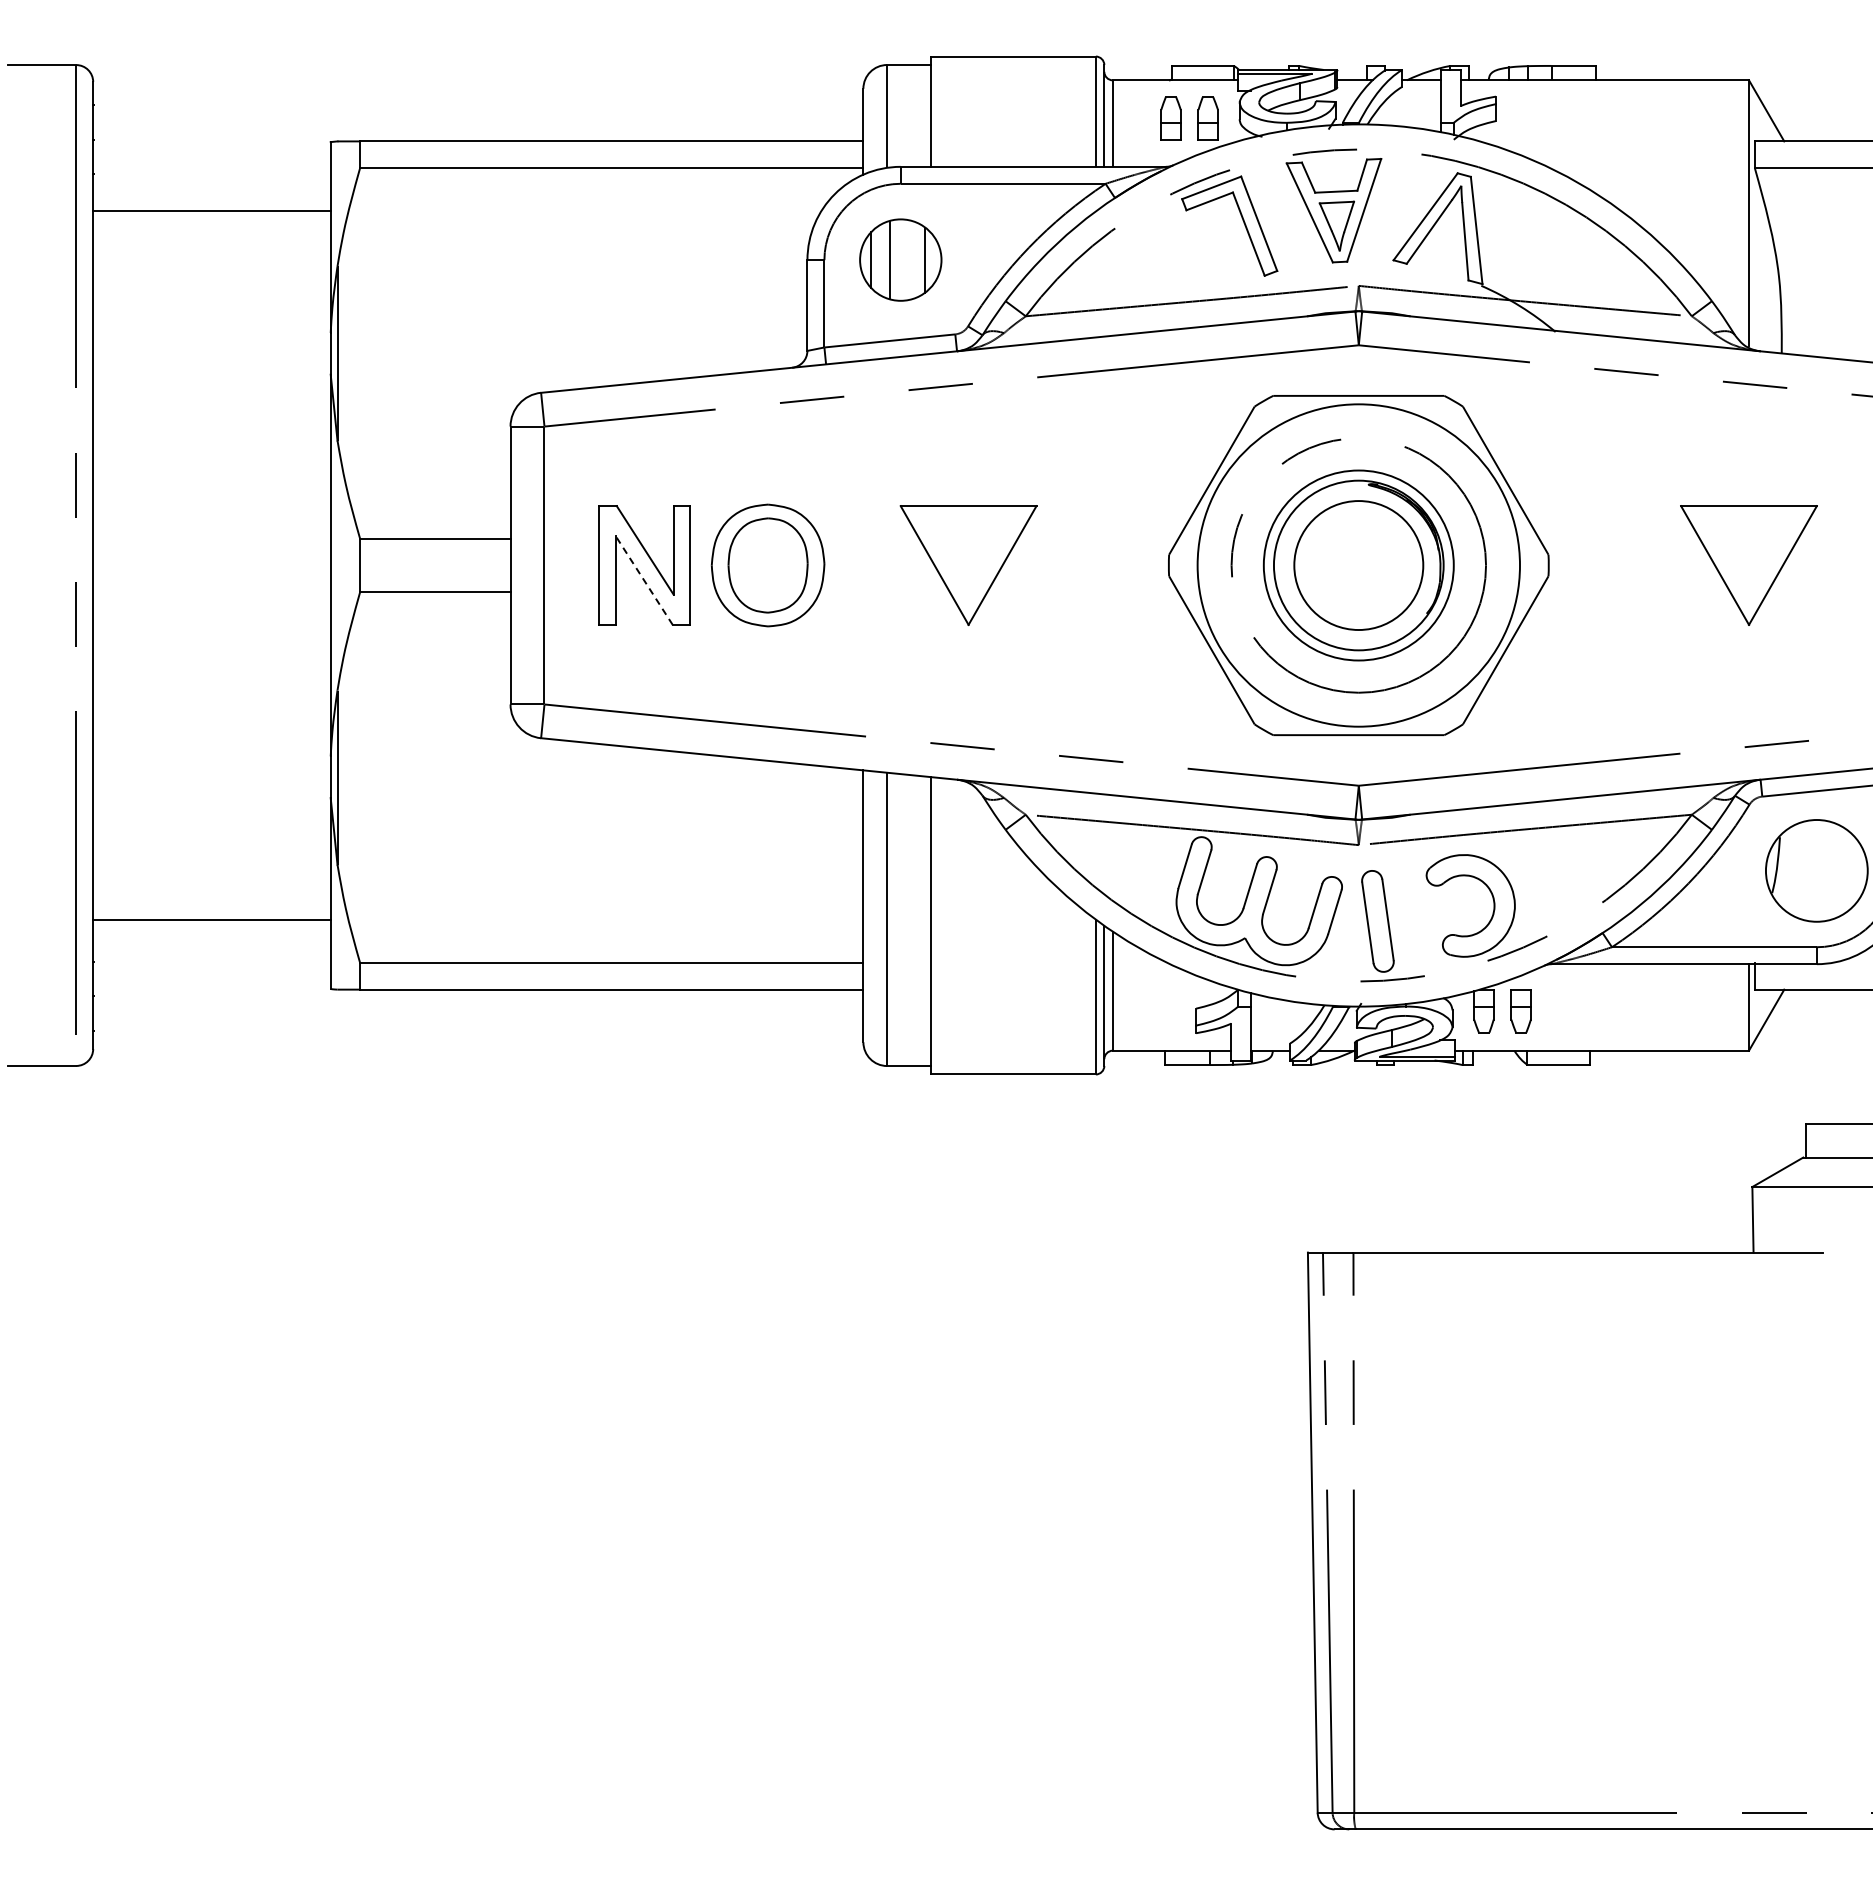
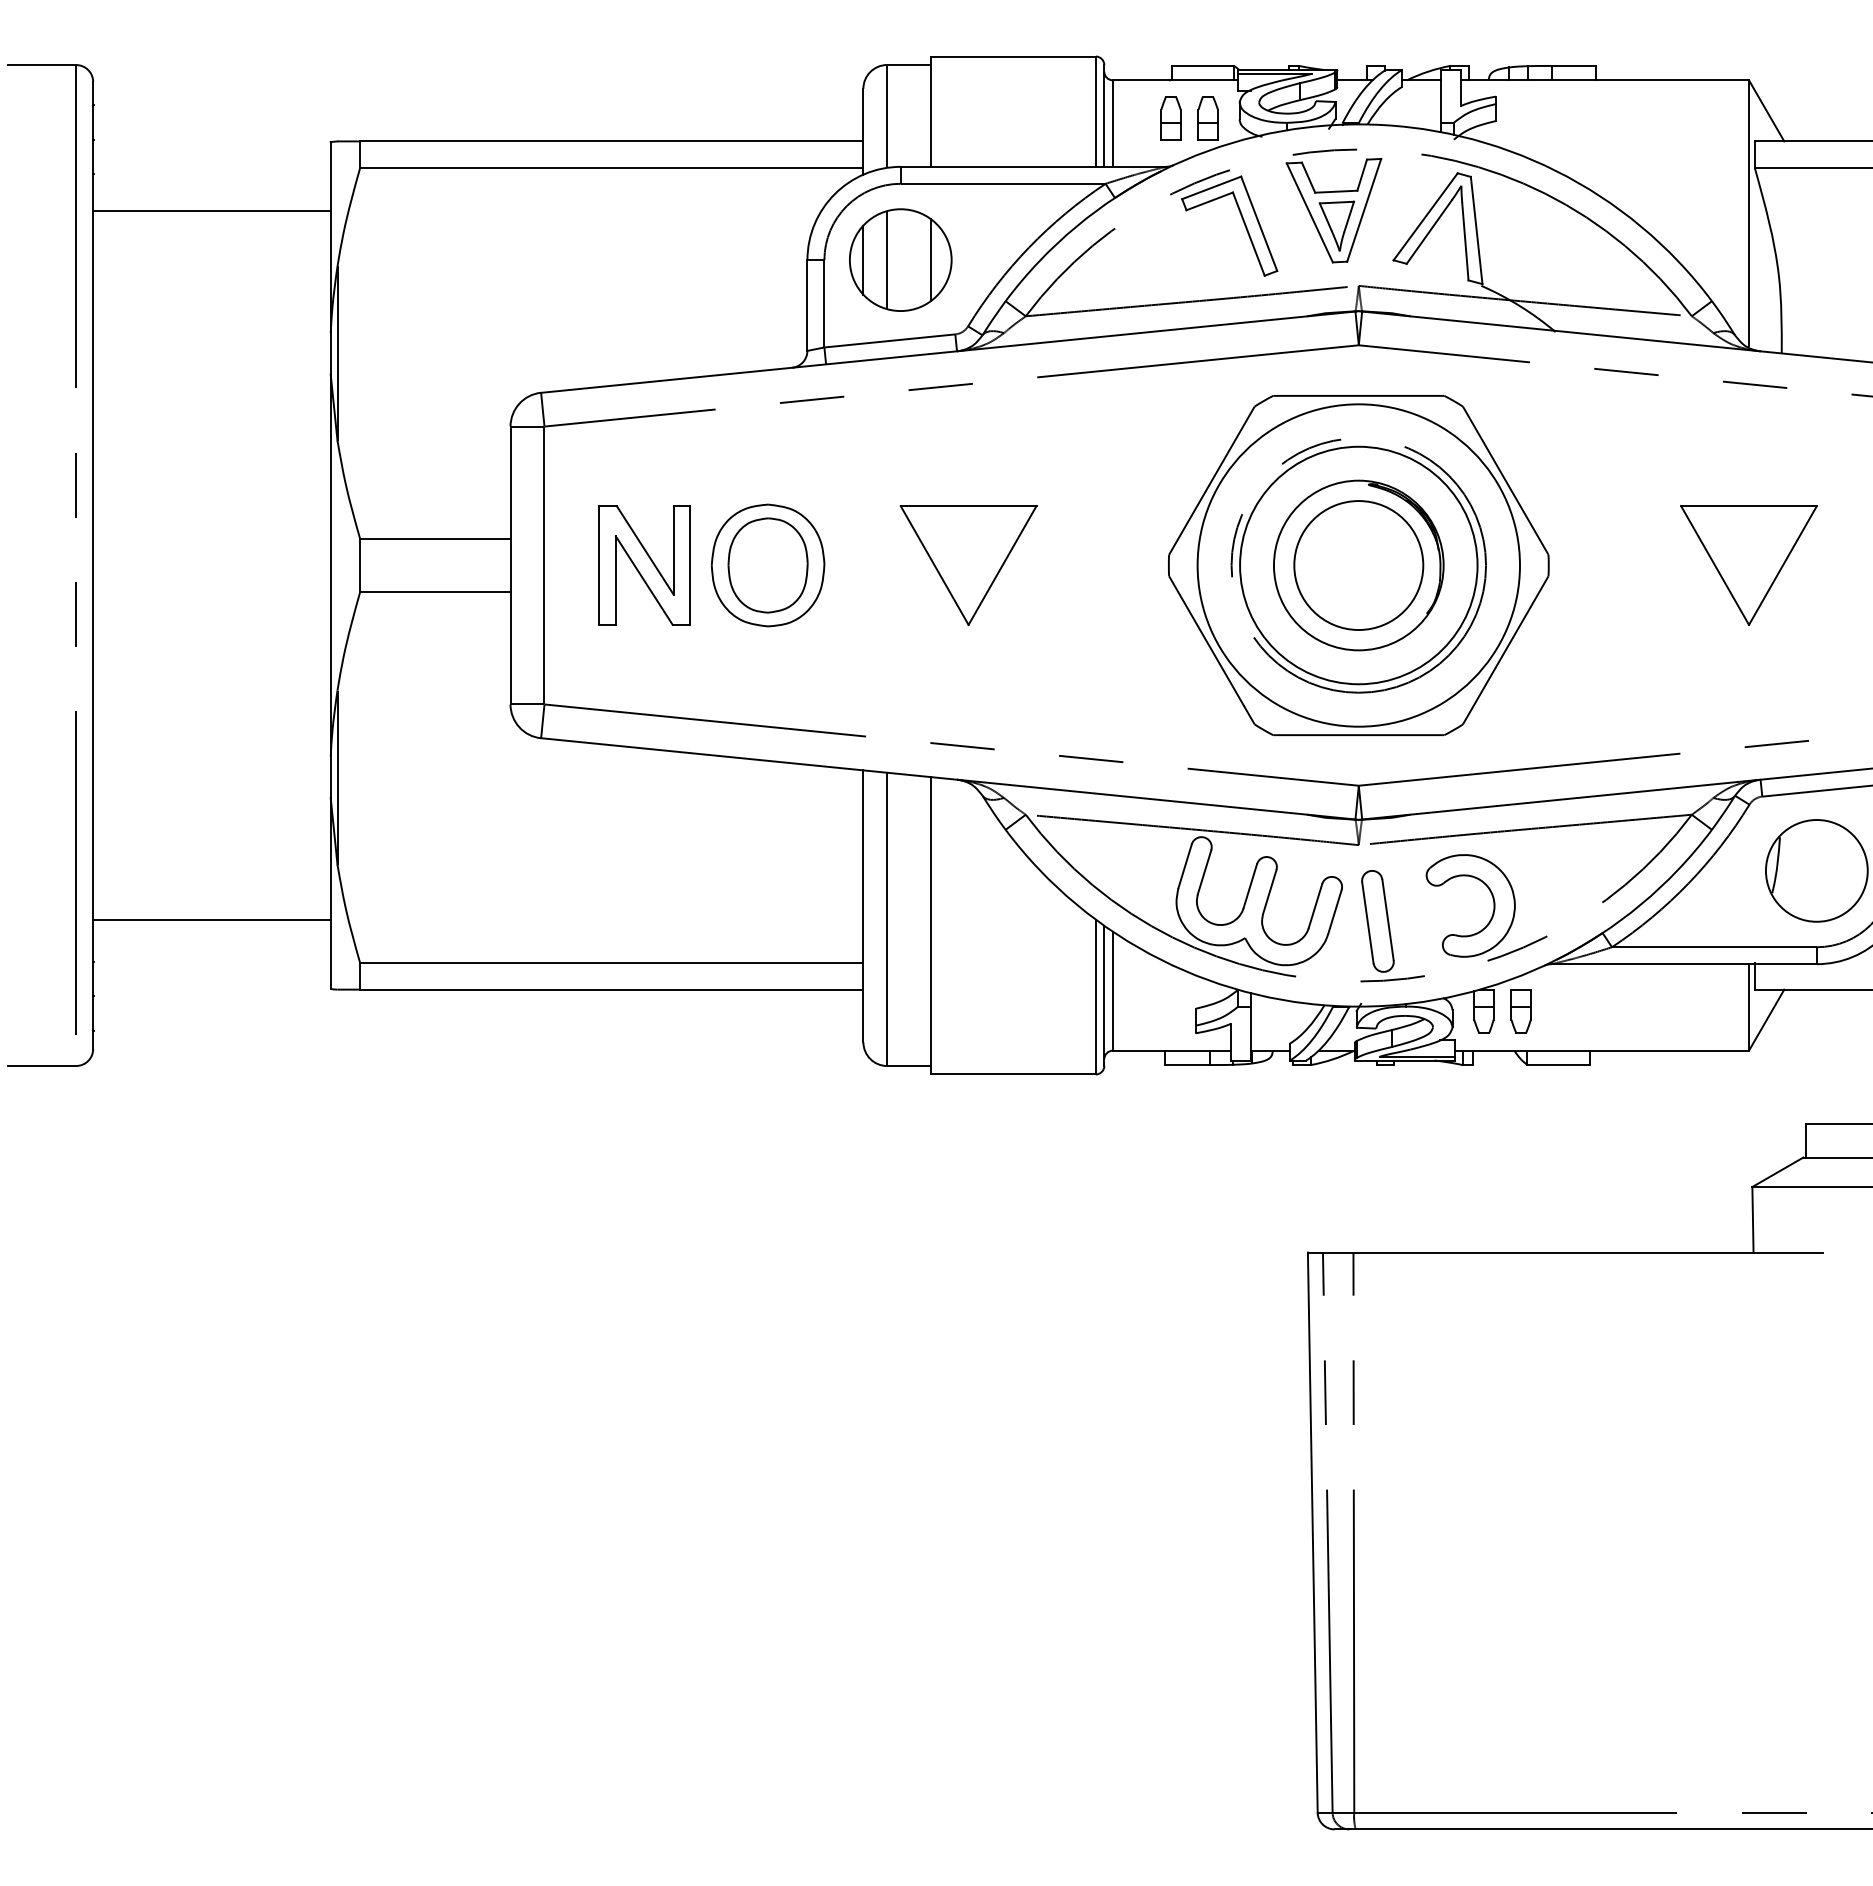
part at (900, 259) size: 84x84 px -> 104x104 px
circle at (1358, 565) diameter: 190 px -> 237 px
line at (644, 580): dashed -> solid
